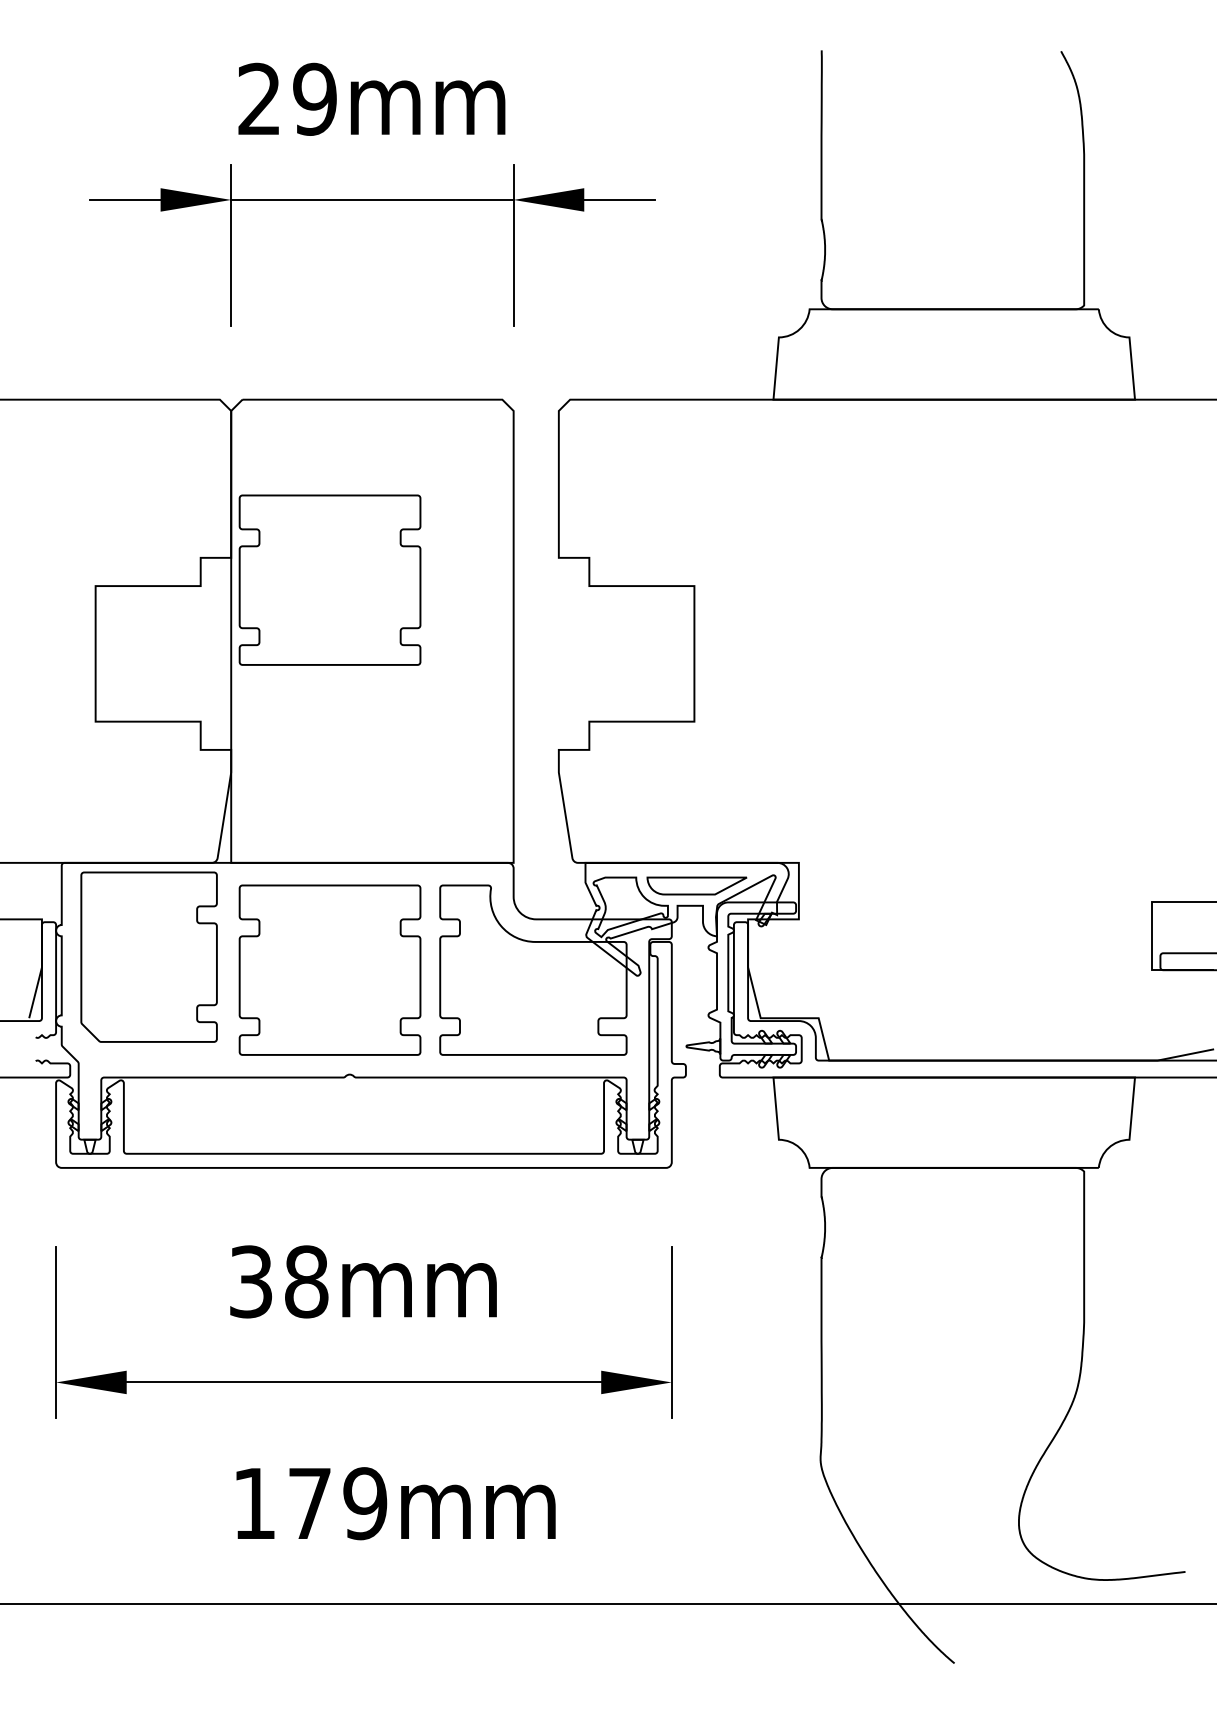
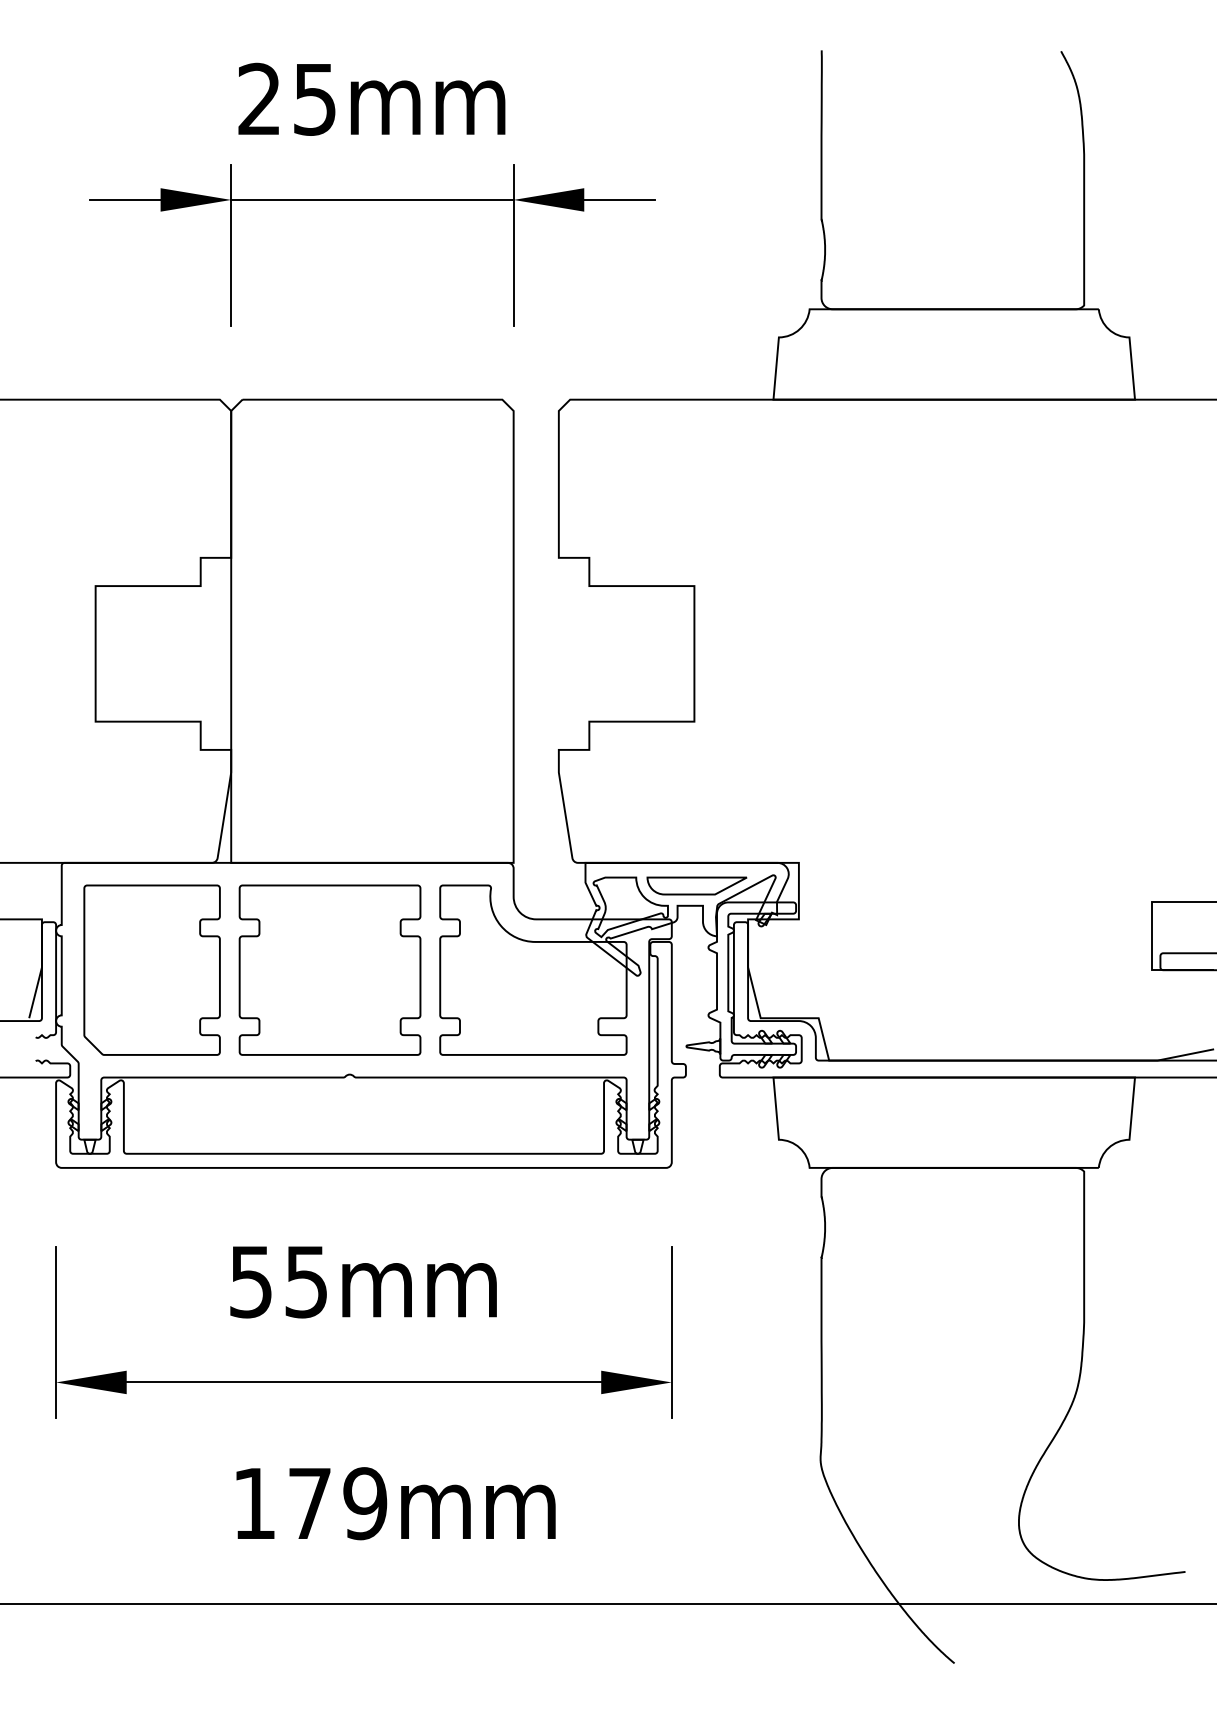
text at (314, 98): 29mm -> 25mm
part at (329, 579): present -> none
part at (148, 956) position: (148, 956) -> (151, 969)
text at (279, 1281): 38mm -> 55mm
